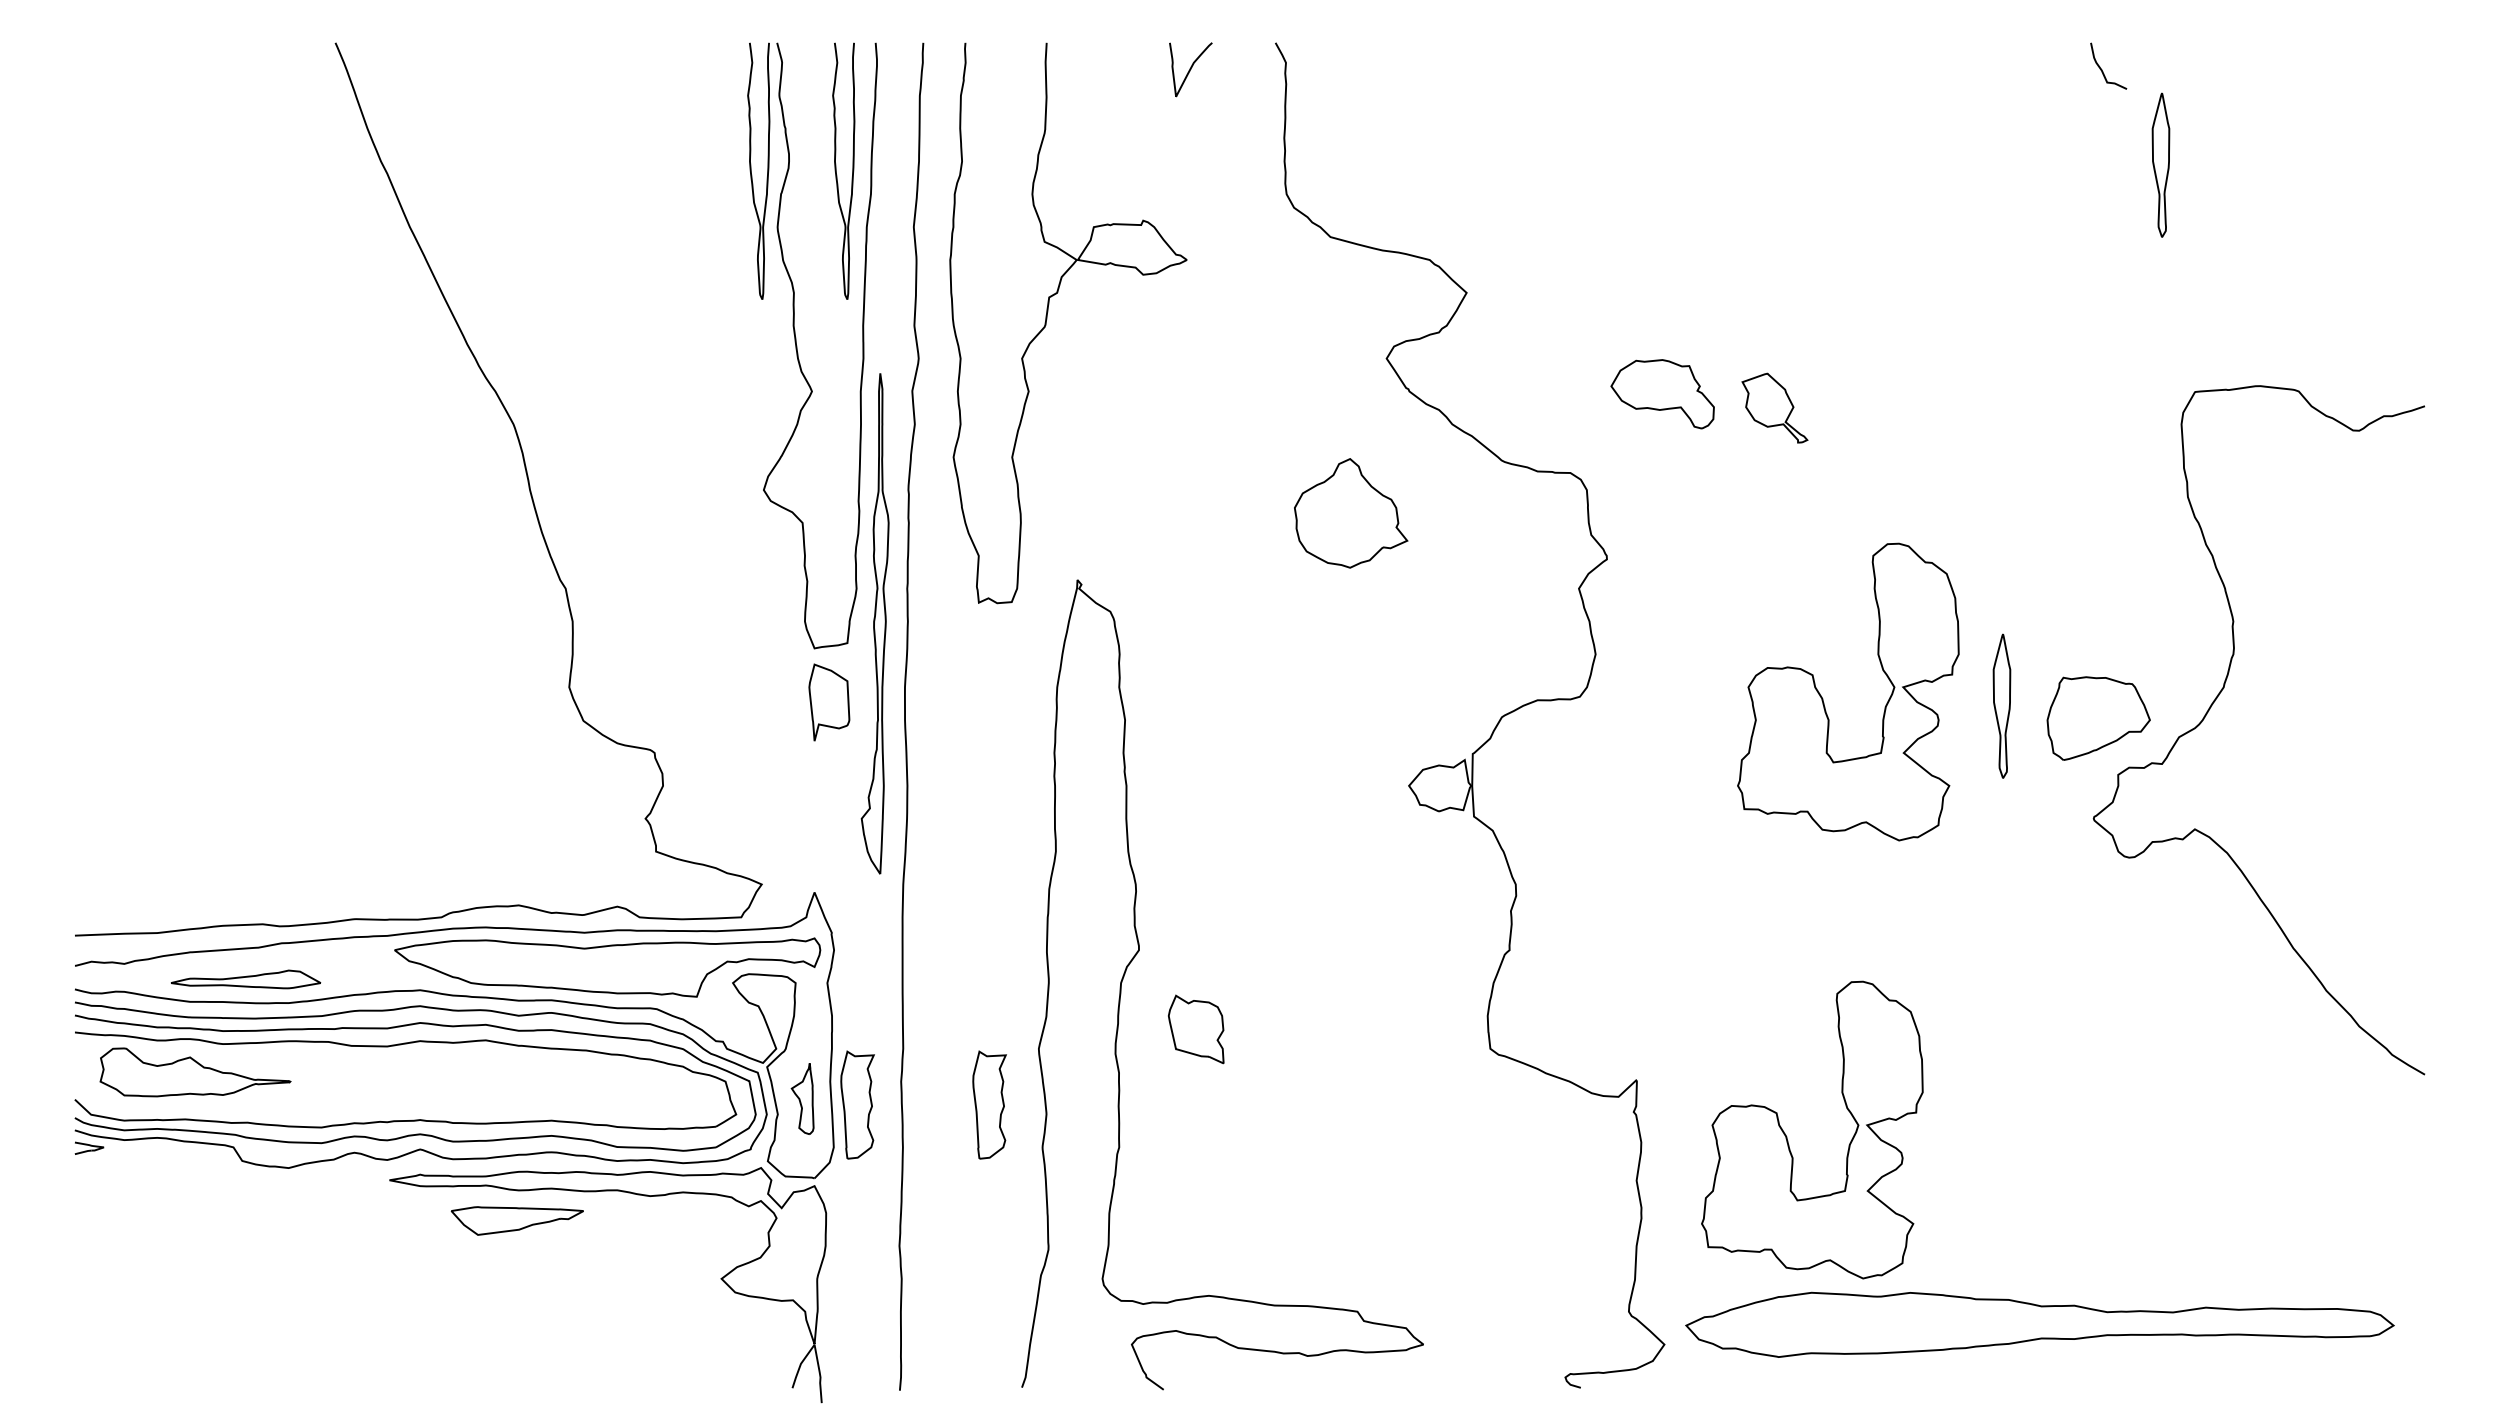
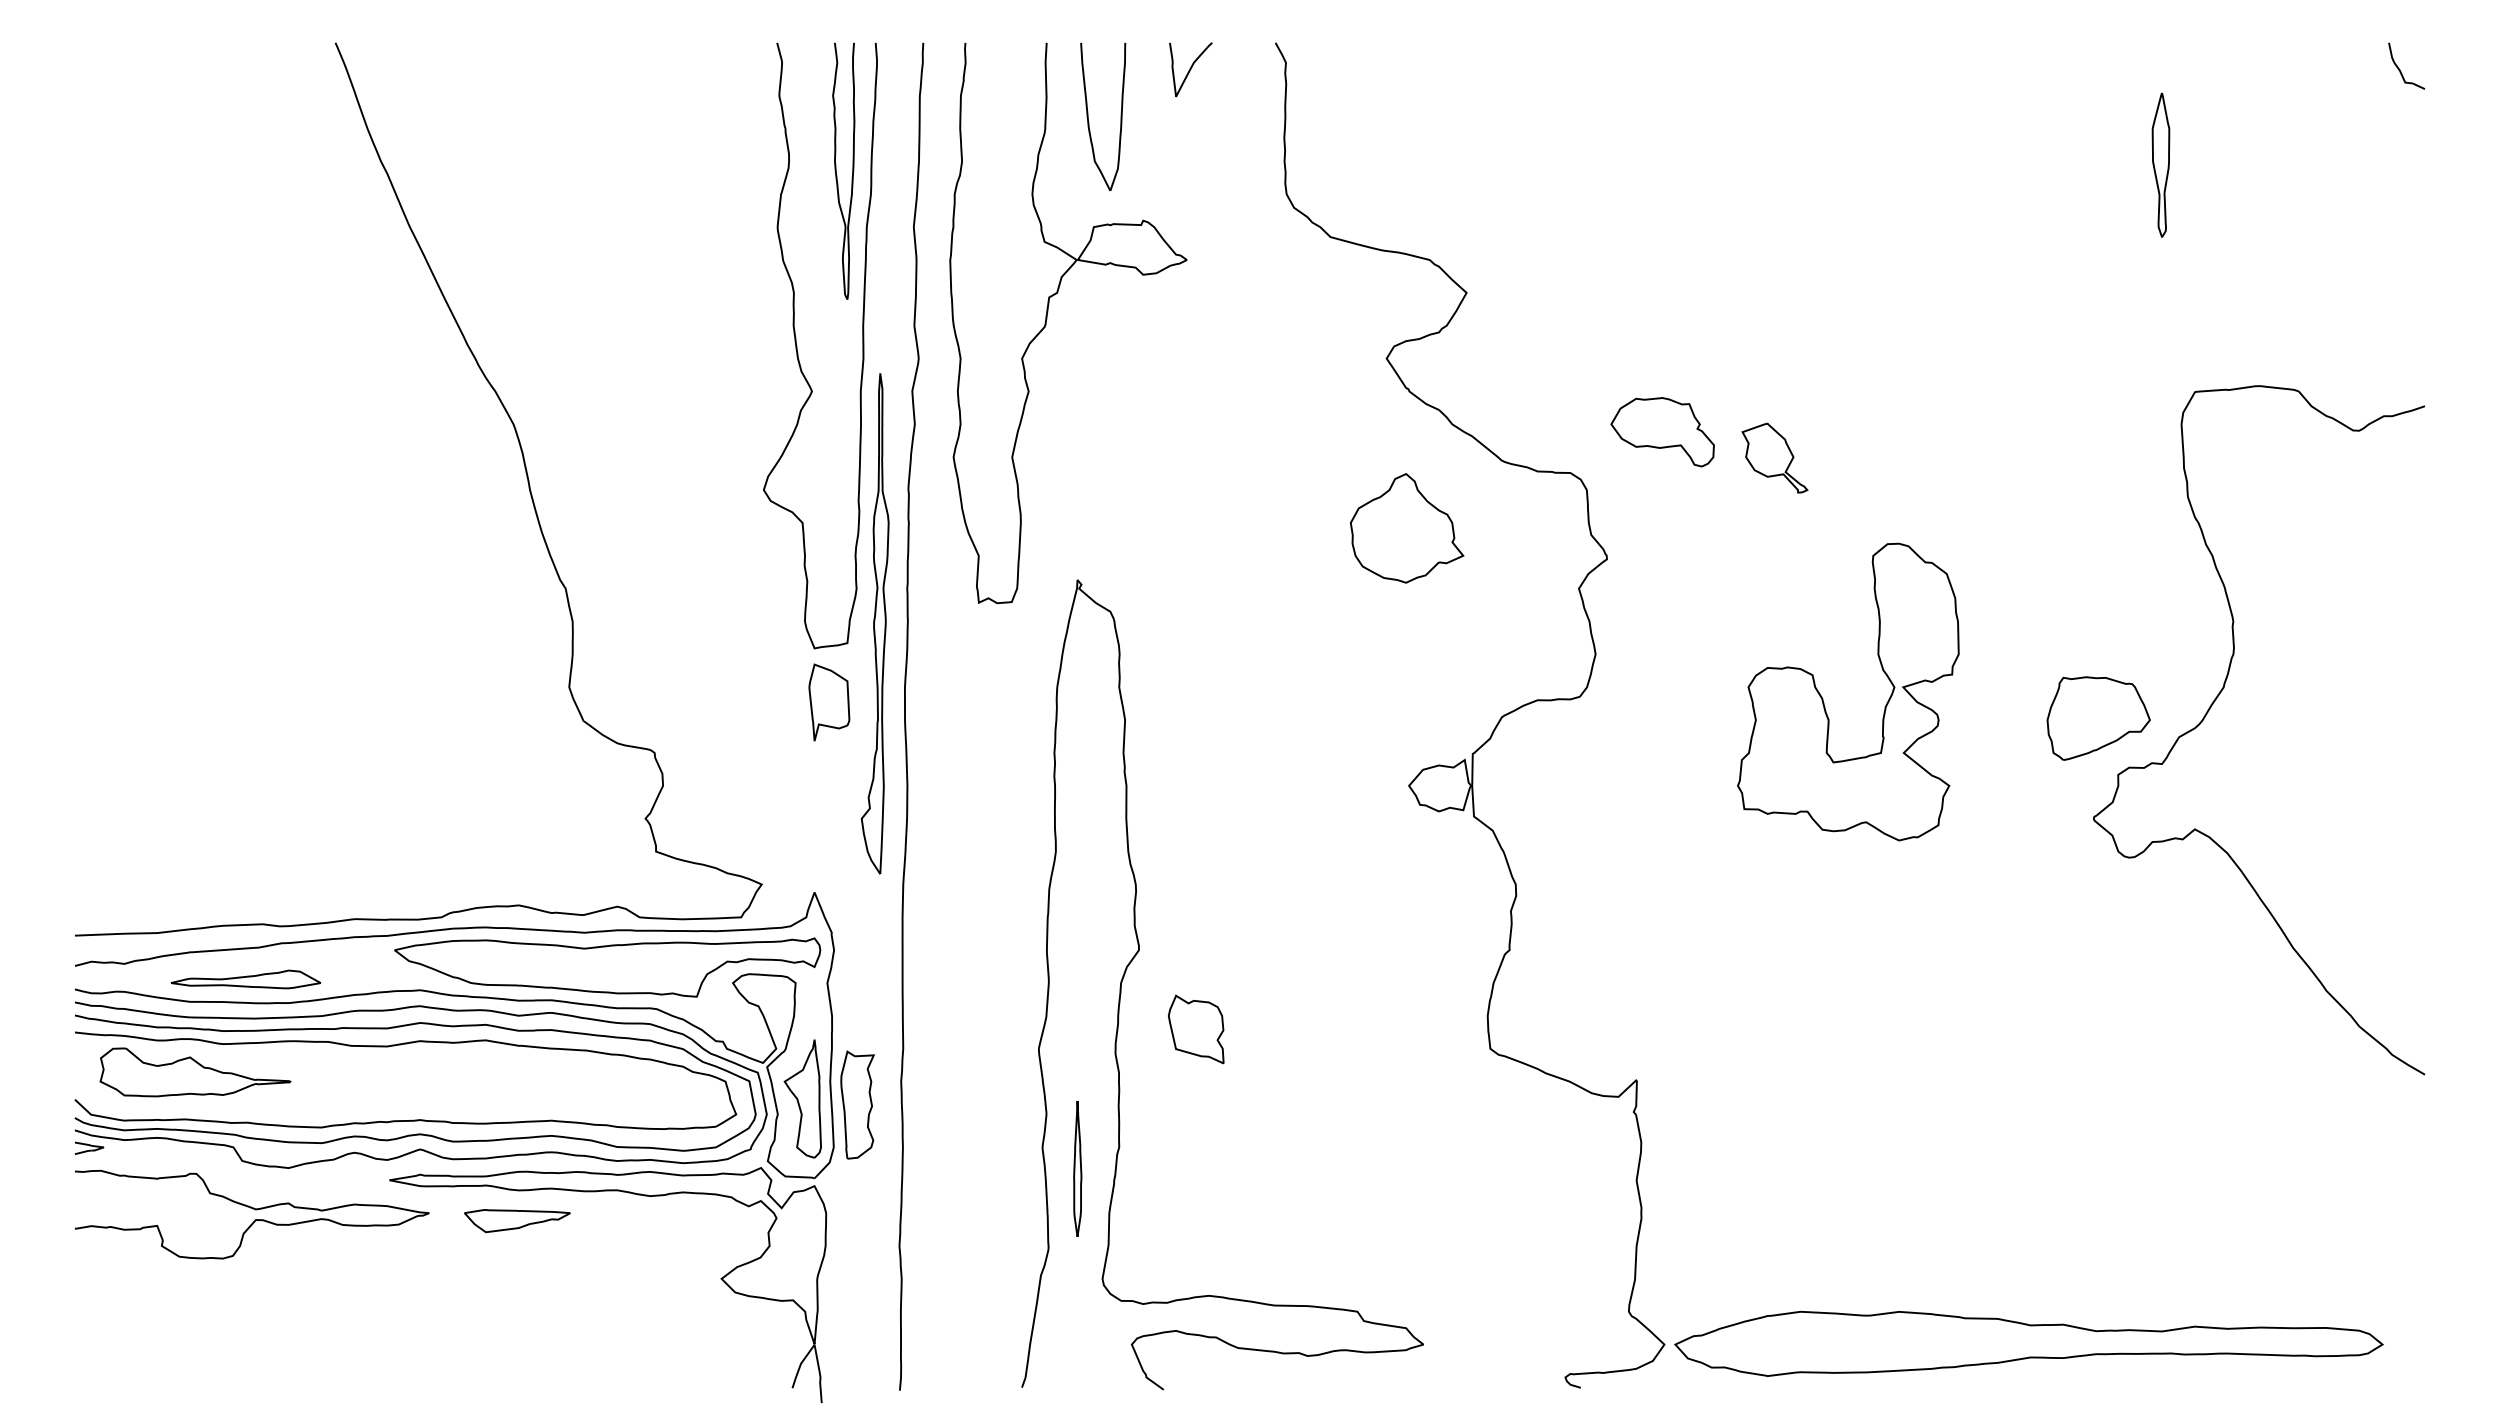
curve at (2102, 69) position: (2102, 69) -> (2400, 69)
part at (1089, 121): none -> present
curve at (751, 170): present -> none
part at (1662, 394) position: (1662, 394) -> (1662, 432)
part at (1774, 407) position: (1774, 407) -> (1774, 457)
part at (1351, 513) position: (1351, 513) -> (1407, 528)
part at (2001, 705): present -> none
part at (802, 1098) size: 25x72 px -> 39x120 px
part at (989, 1104): present -> none
part at (1787, 1136): present -> none
part at (1077, 1168): none -> present
curve at (252, 1209): none -> present
part at (516, 1220) size: 134x30 px -> 107x25 px
part at (2039, 1324) position: (2039, 1324) -> (2028, 1343)
